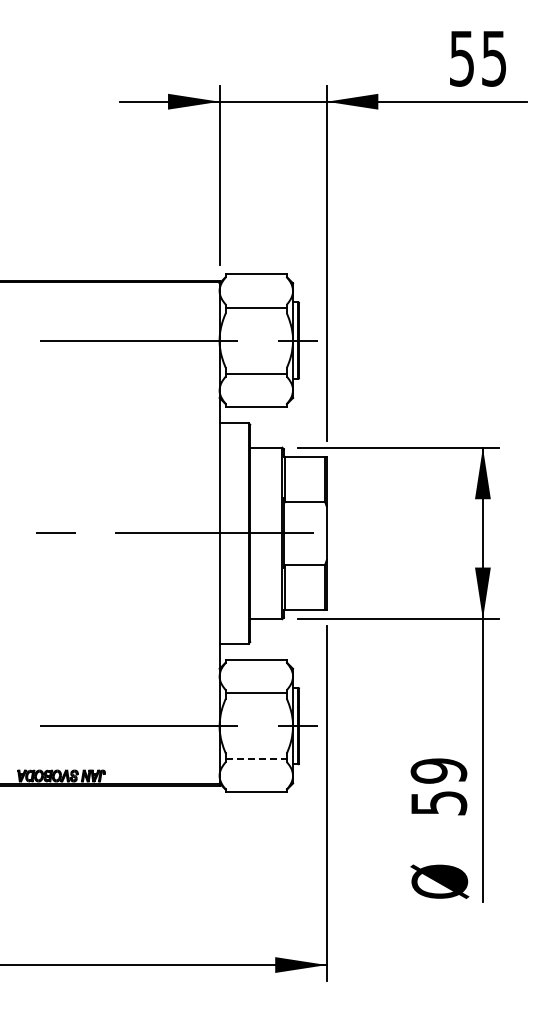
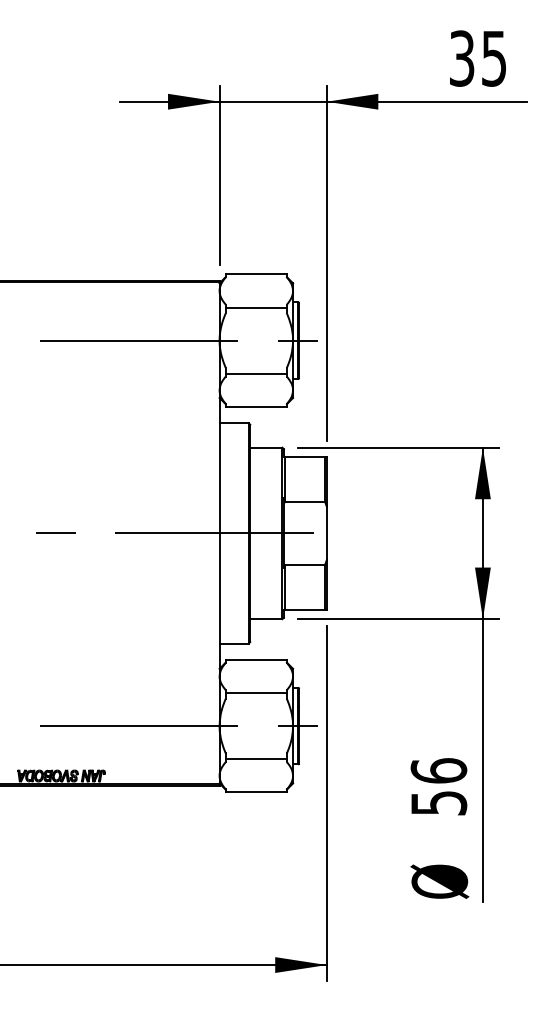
text at (462, 58): 55 -> 35
line at (256, 759): dashed -> solid
text at (438, 770): 59 -> 56
